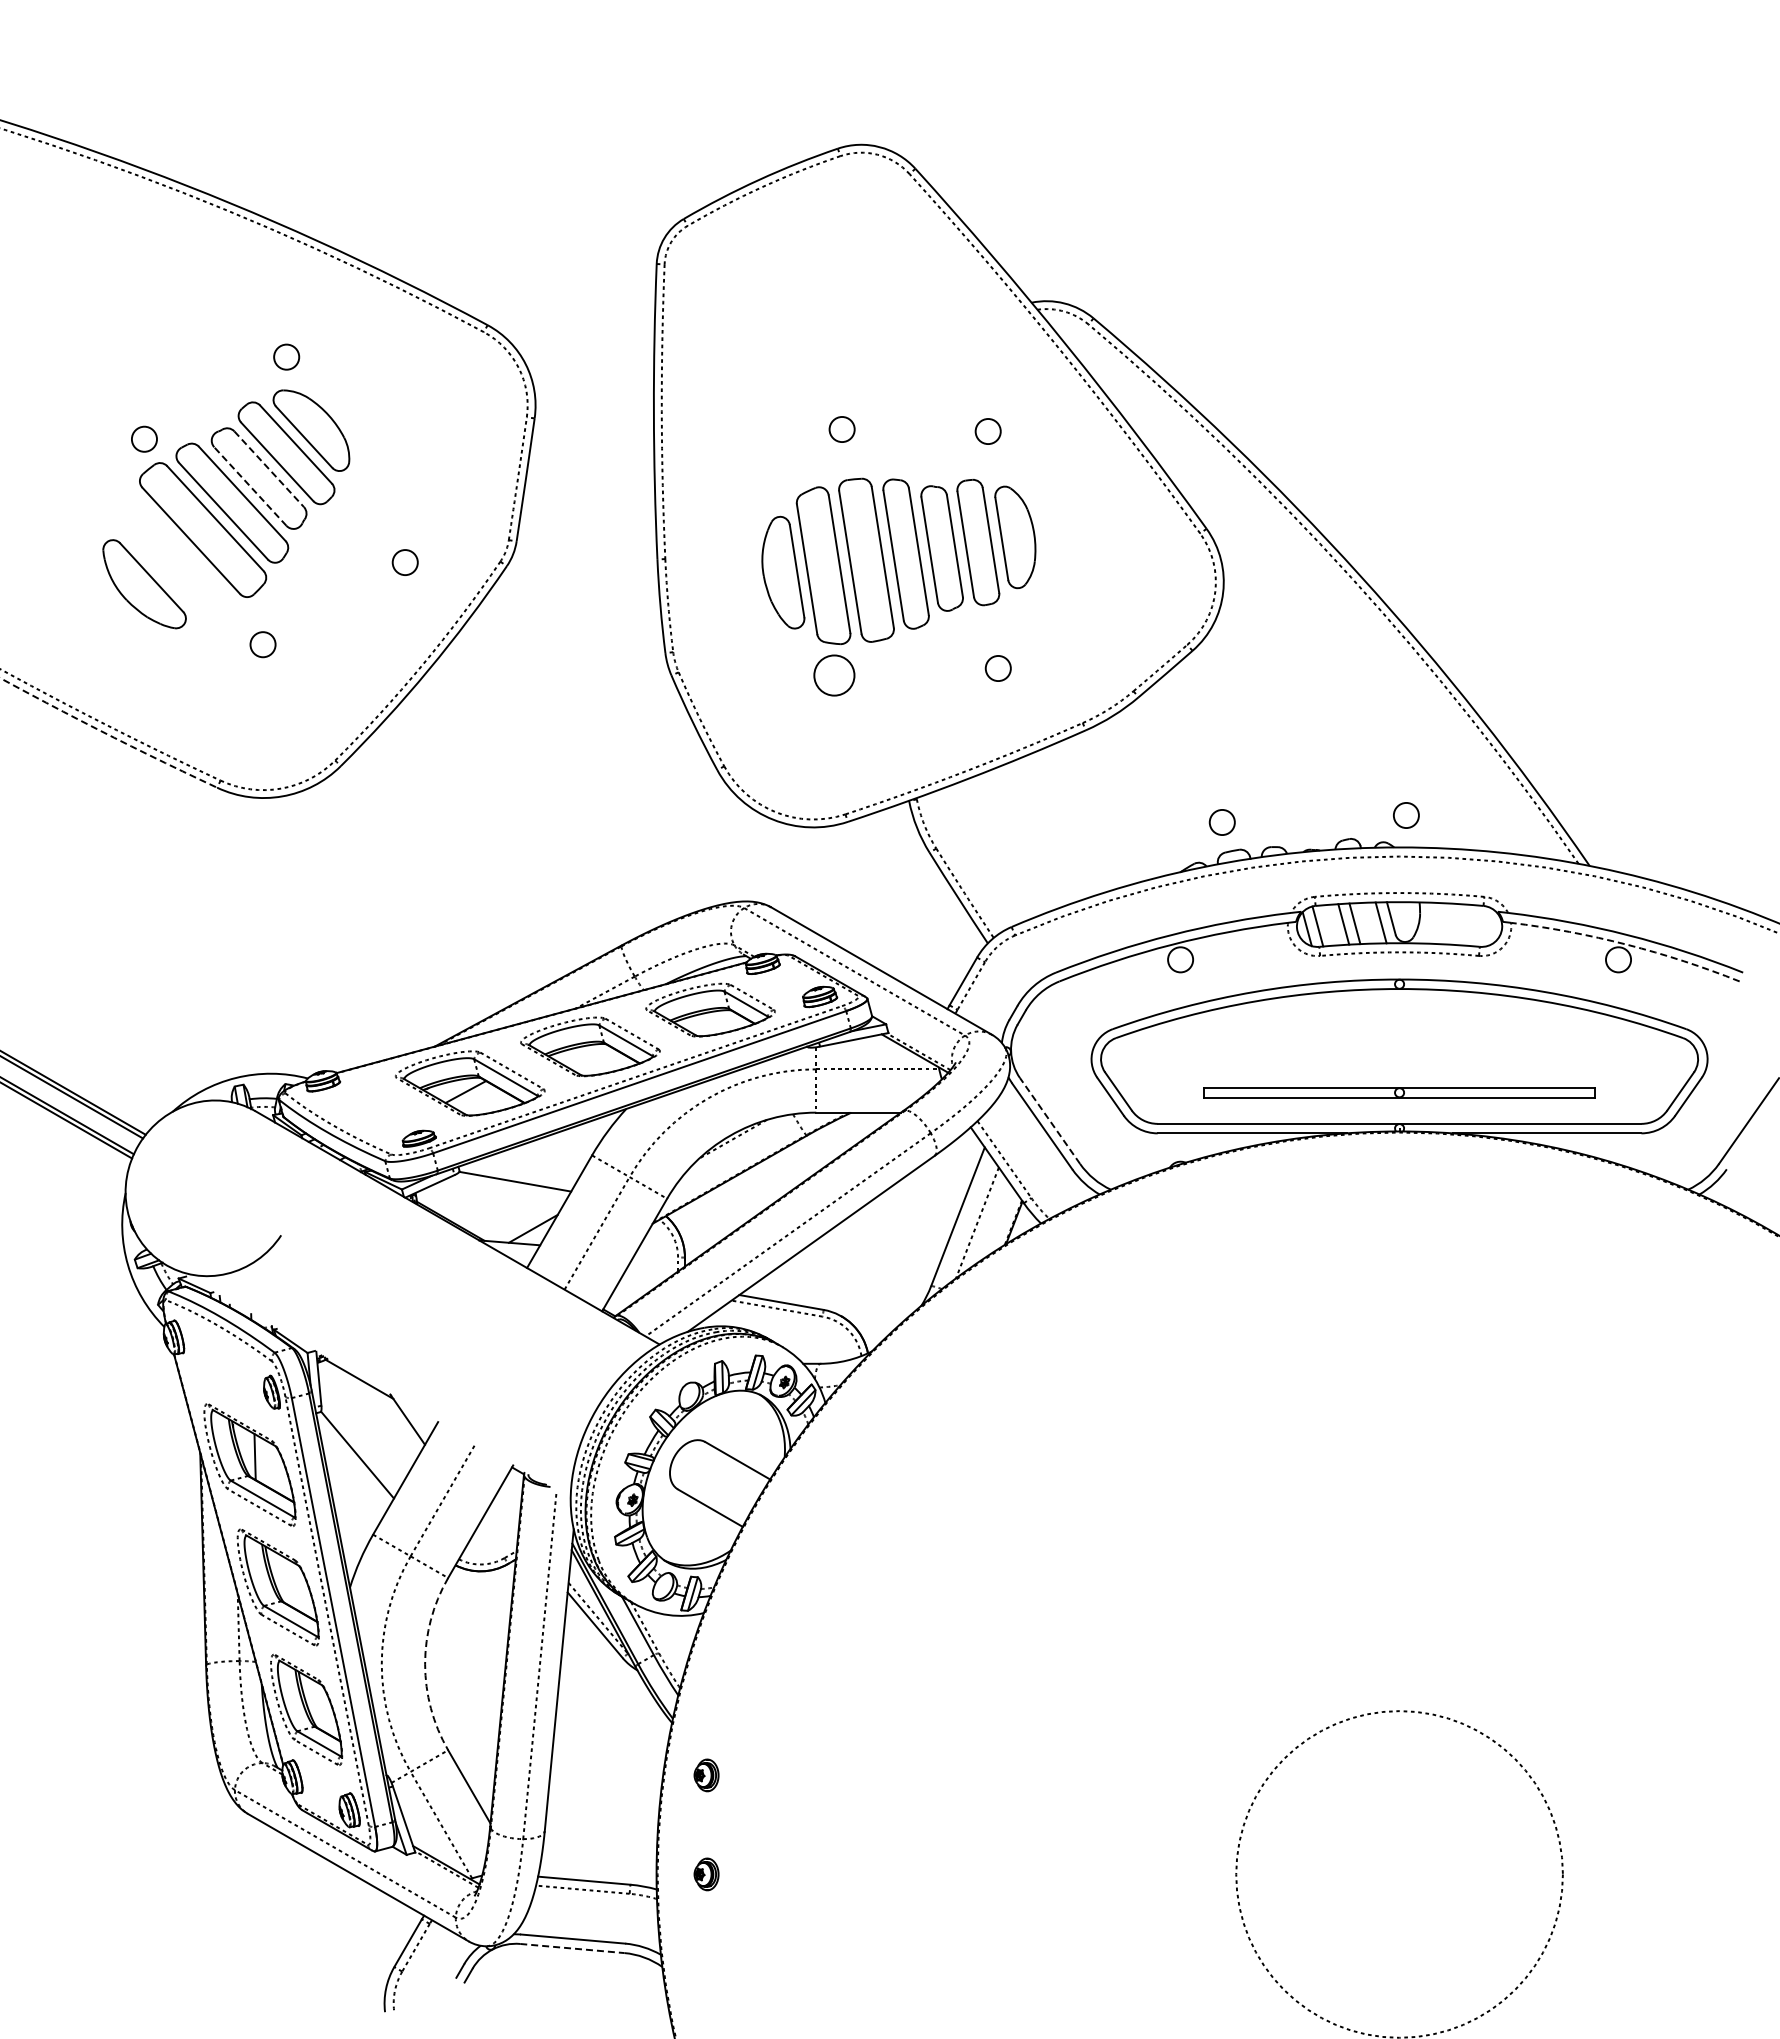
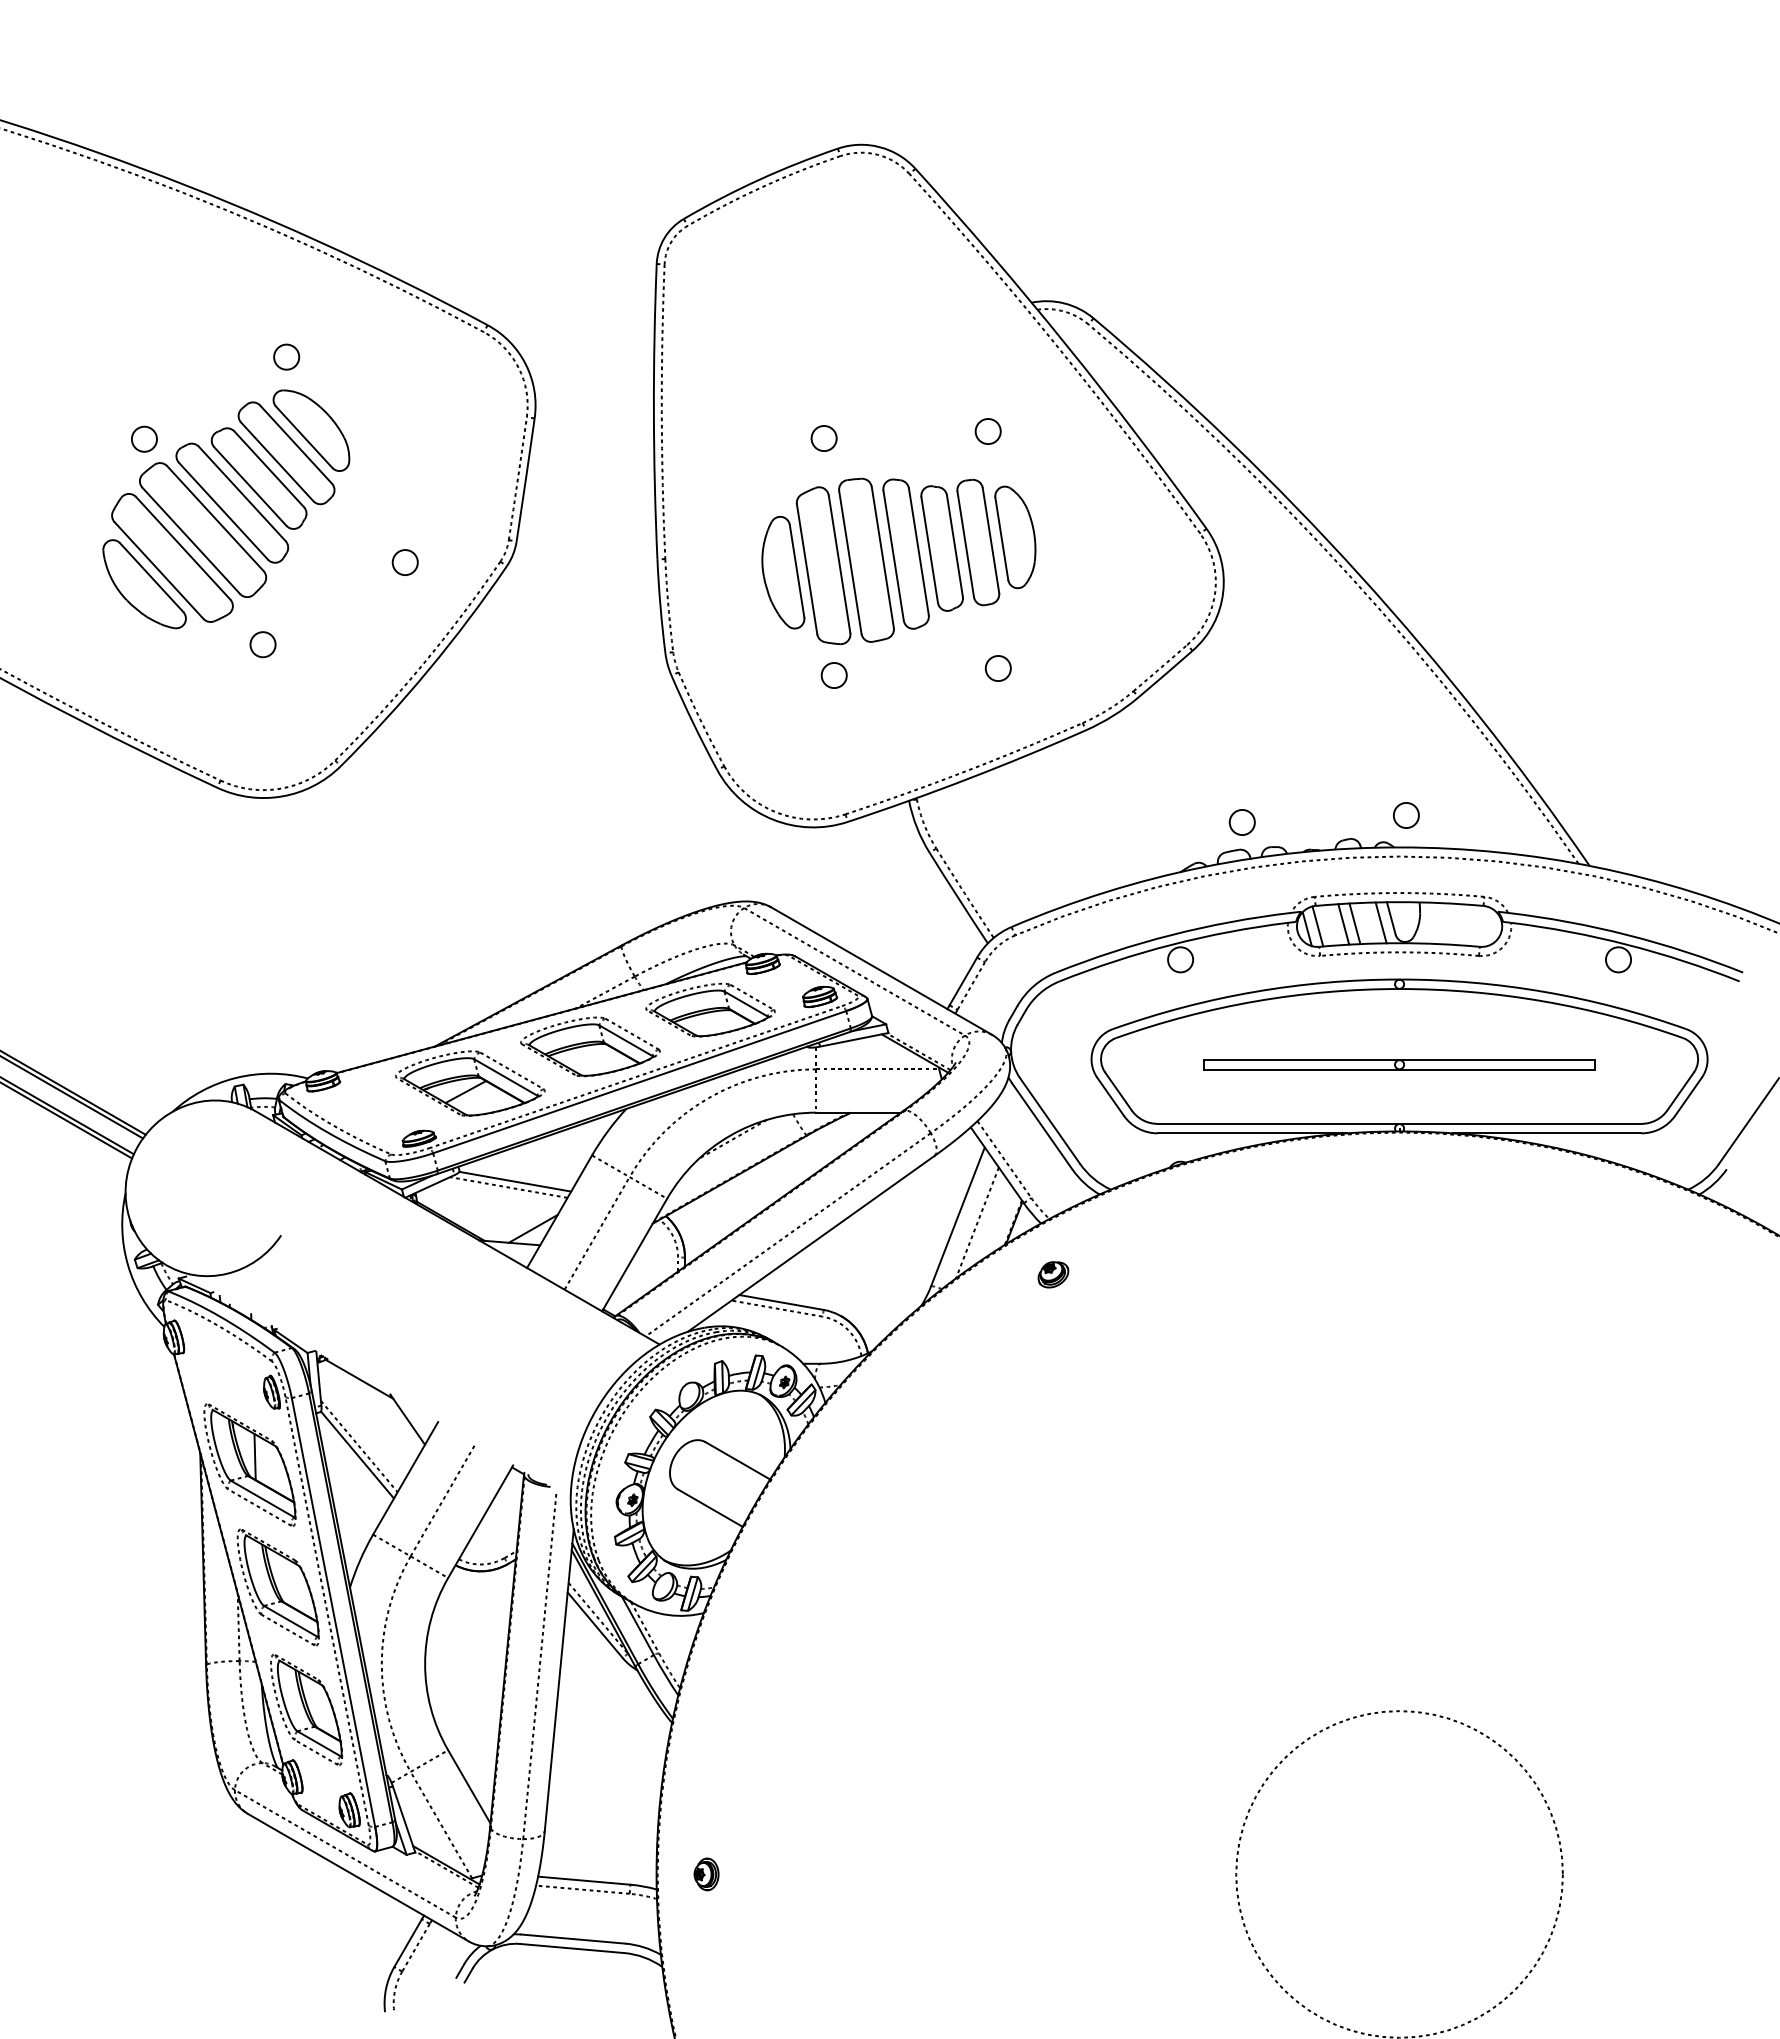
circle at (841, 429) position: (841, 429) -> (823, 438)
line at (269, 469): dashed -> solid
line at (250, 486): dashed -> solid
part at (172, 557): none -> present
circle at (834, 675) size: 43x43 px -> 28x27 px
arc at (108, 734): dashed -> solid
circle at (1221, 822) position: (1221, 822) -> (1241, 822)
arc at (1627, 944): dashed -> solid
part at (1399, 1092) position: (1399, 1092) -> (1399, 1064)
line at (1049, 1120): dashed -> solid
line at (508, 1187): none -> present
part at (1053, 1274): none -> present
line at (358, 1446): none -> present
arc at (425, 1664): dashed -> solid
part at (706, 1775): present -> none
line at (572, 1948): dashed -> solid
